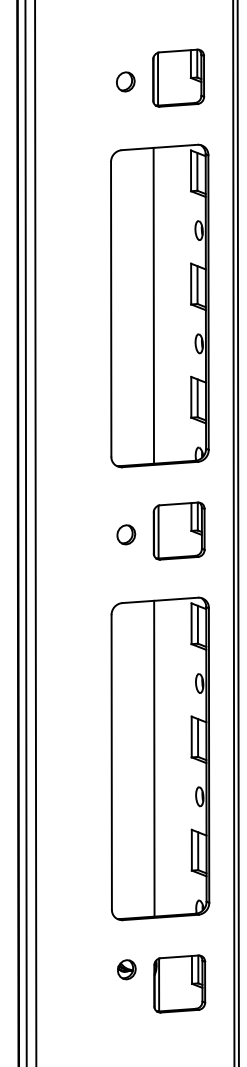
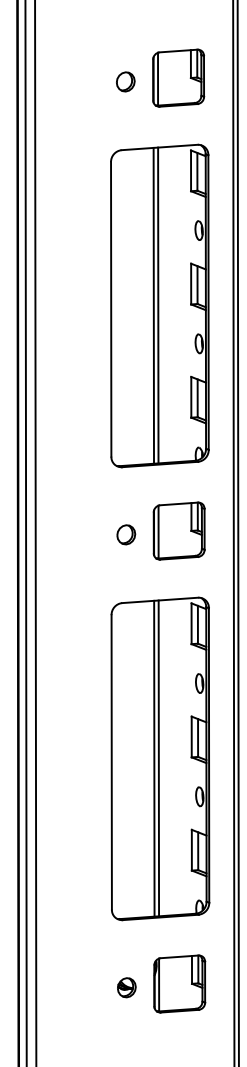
line at (158, 305): none -> present
line at (158, 758): none -> present
part at (126, 969) position: (126, 969) -> (126, 987)
